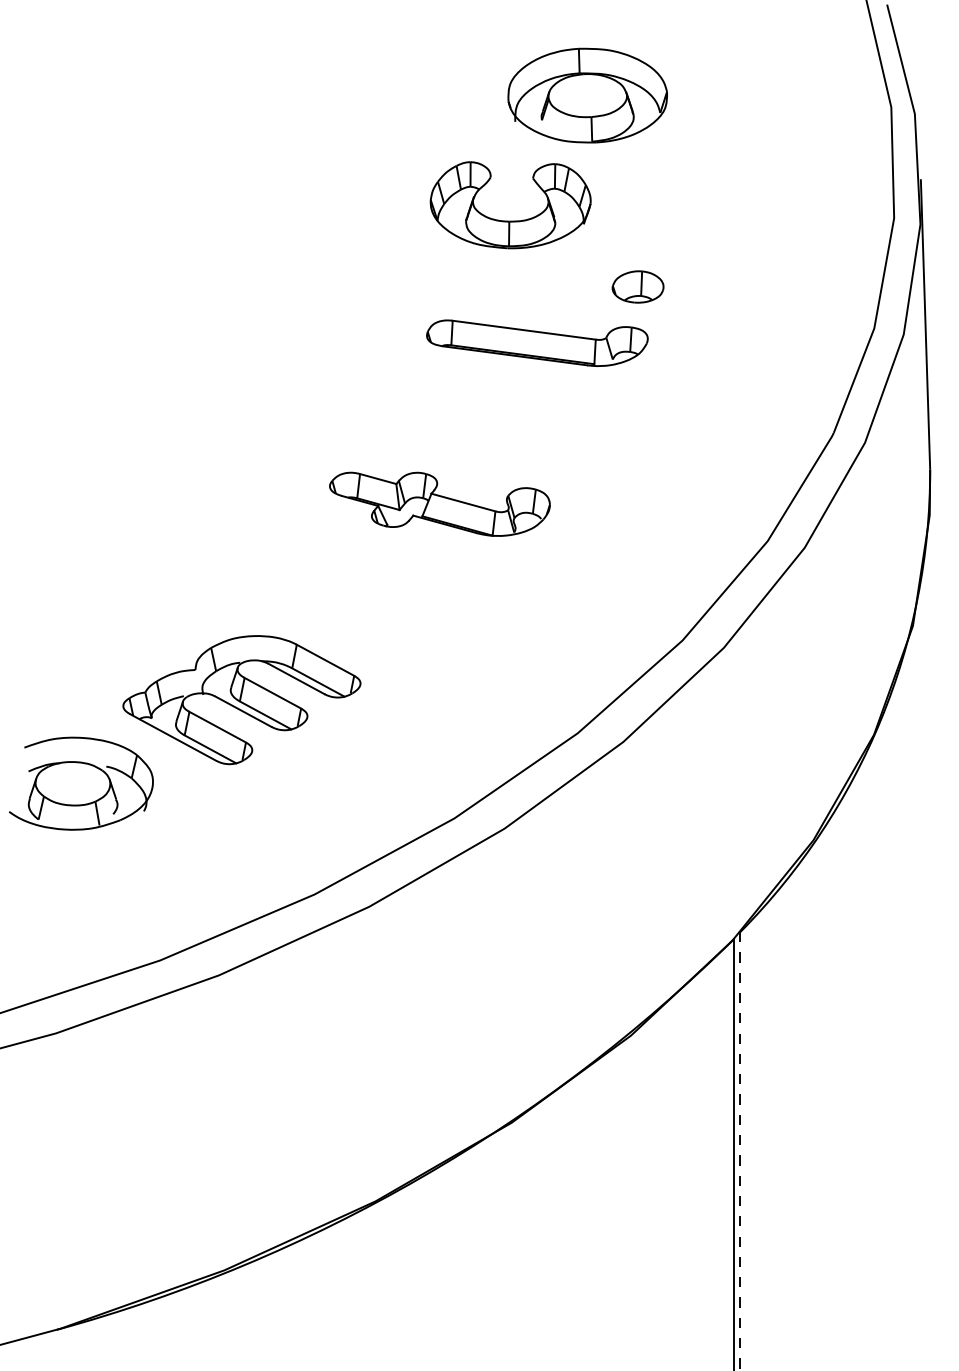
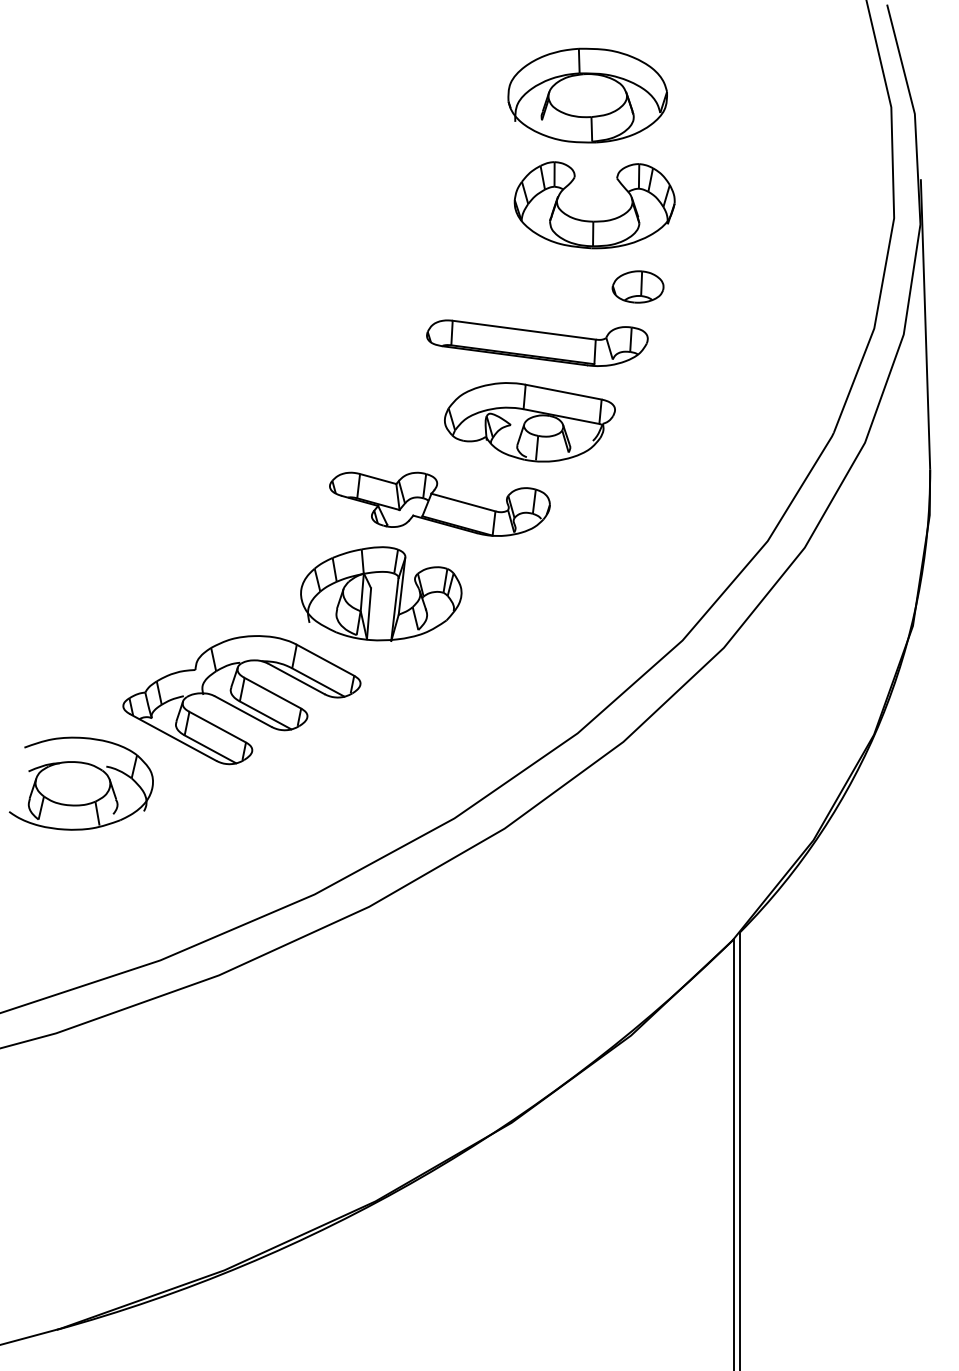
part at (510, 220) position: (510, 220) -> (594, 220)
part at (529, 422): none -> present
part at (381, 593): none -> present
line at (740, 1151): dashed -> solid
